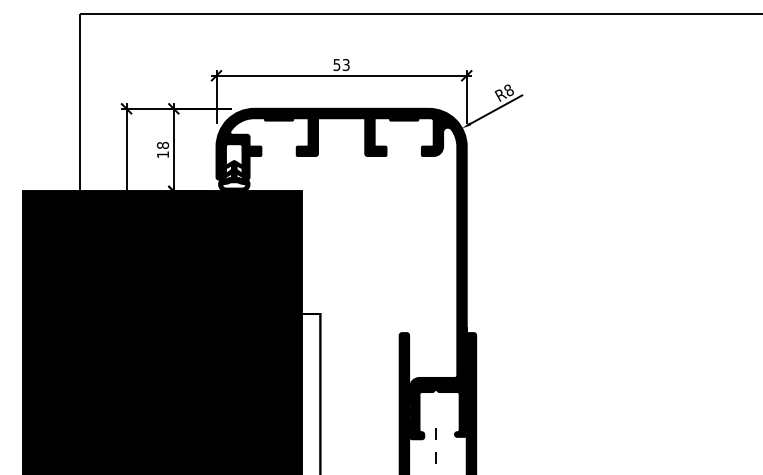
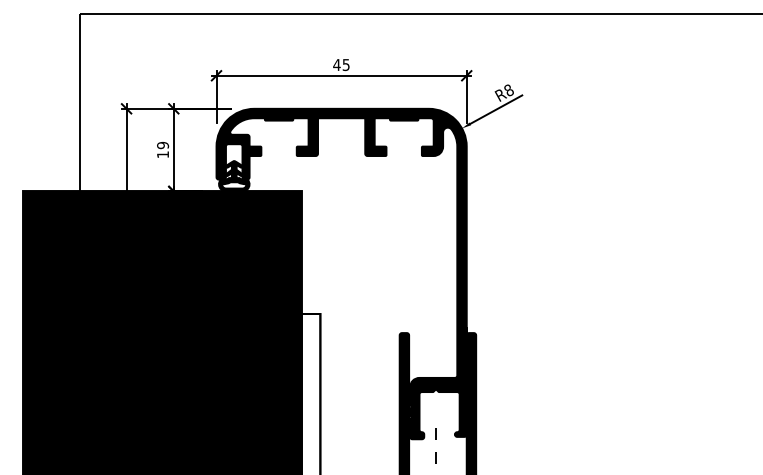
text at (341, 65): 53 -> 45
text at (162, 145): 18 -> 19
